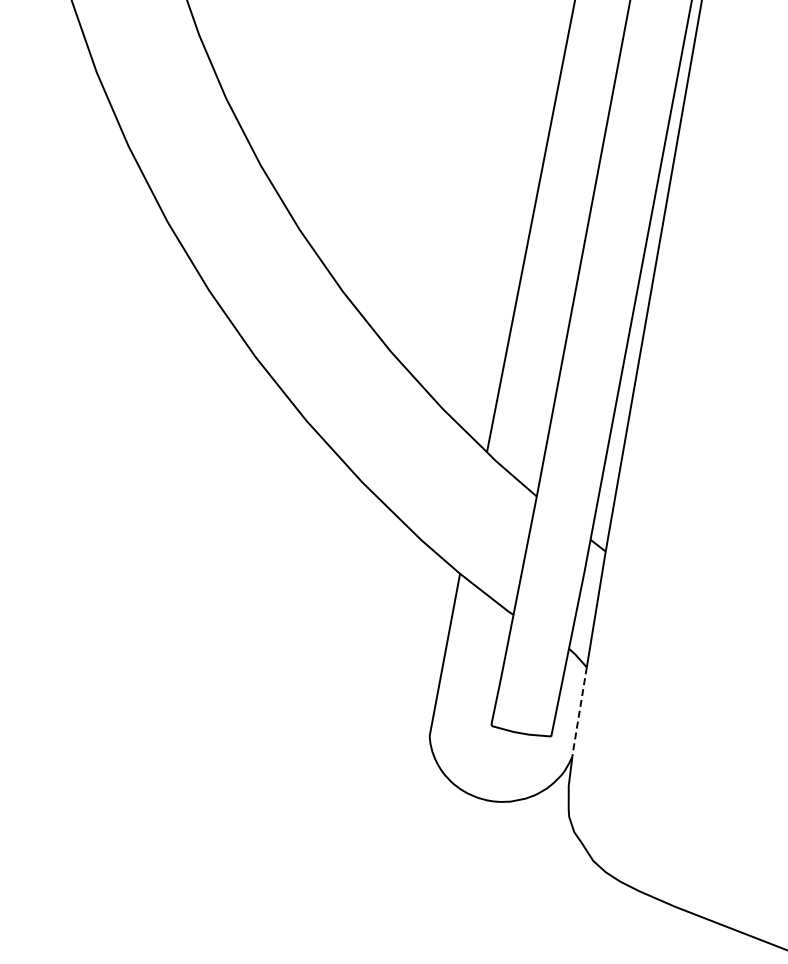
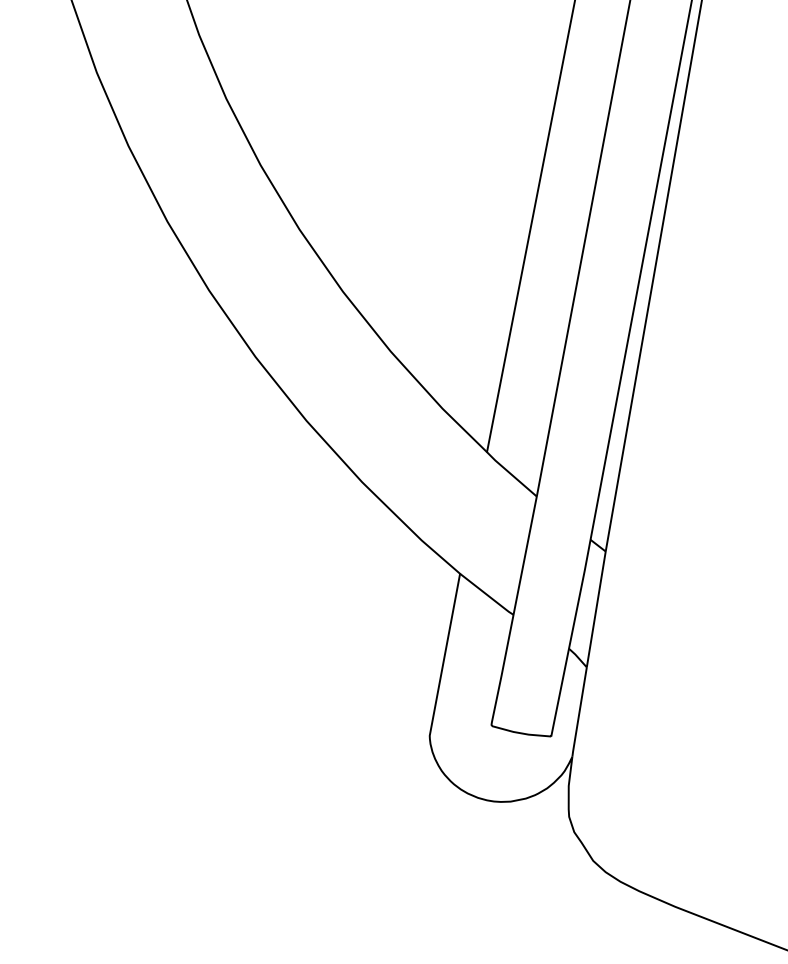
line at (579, 713): dashed -> solid
